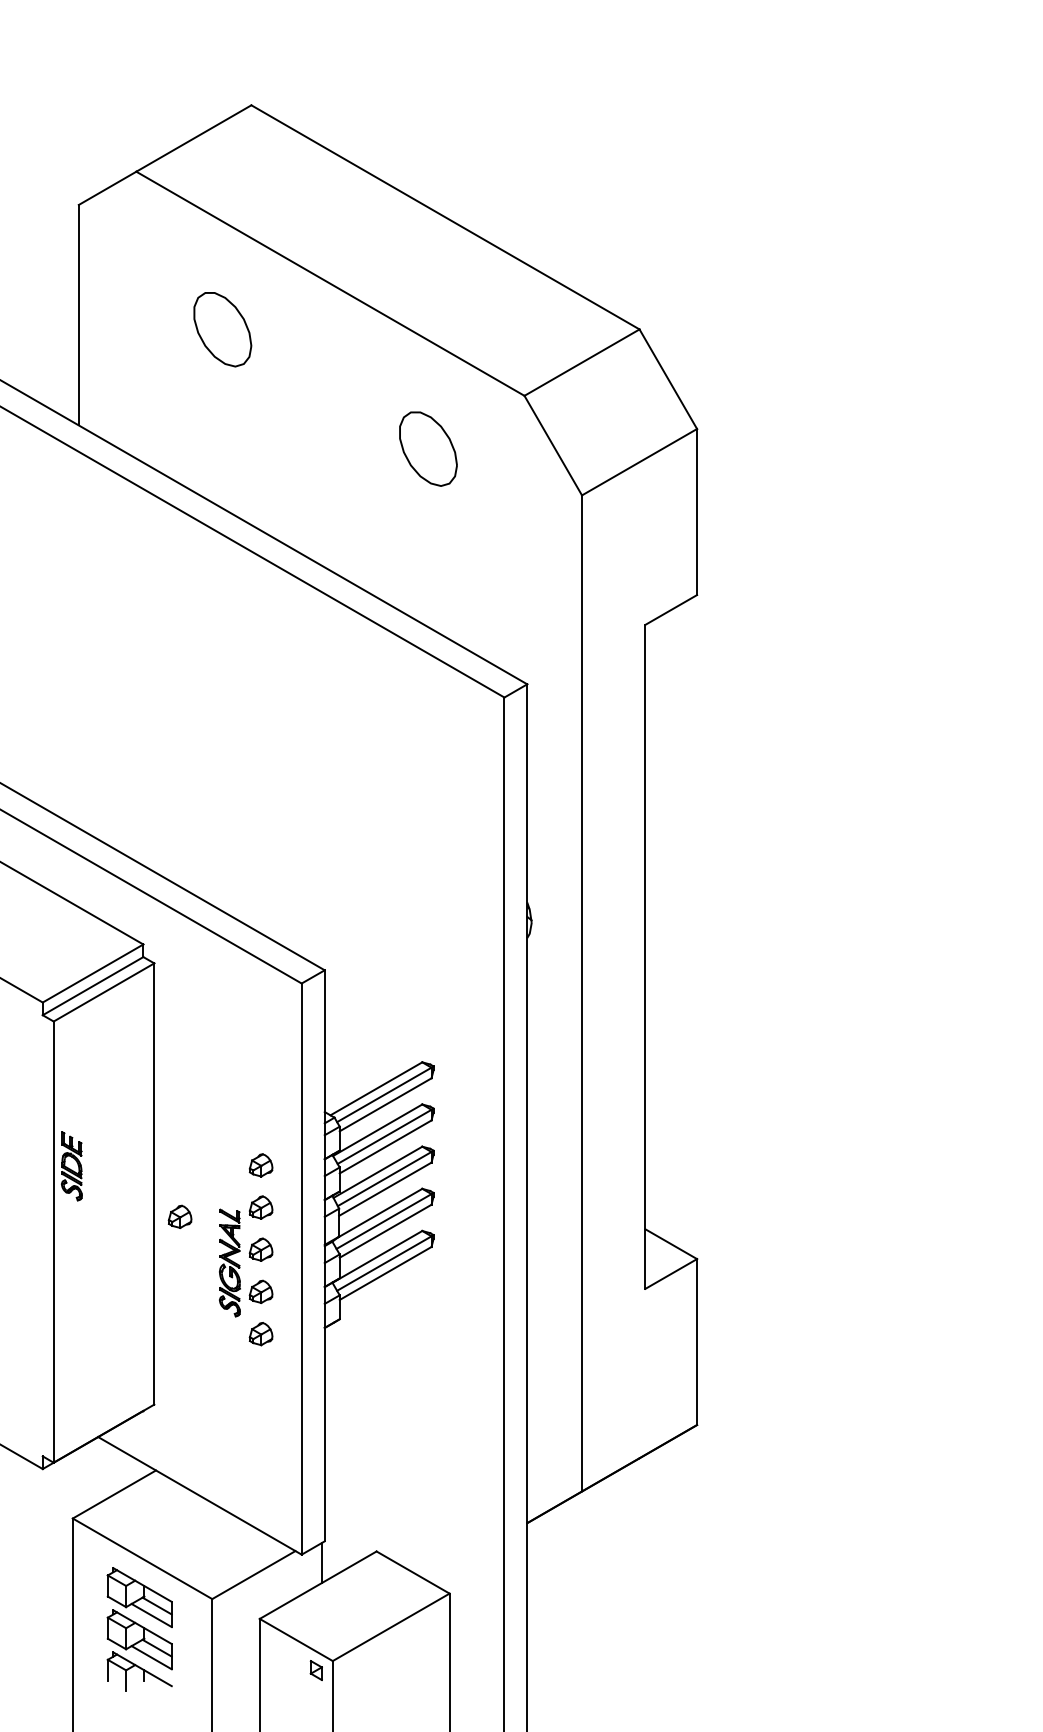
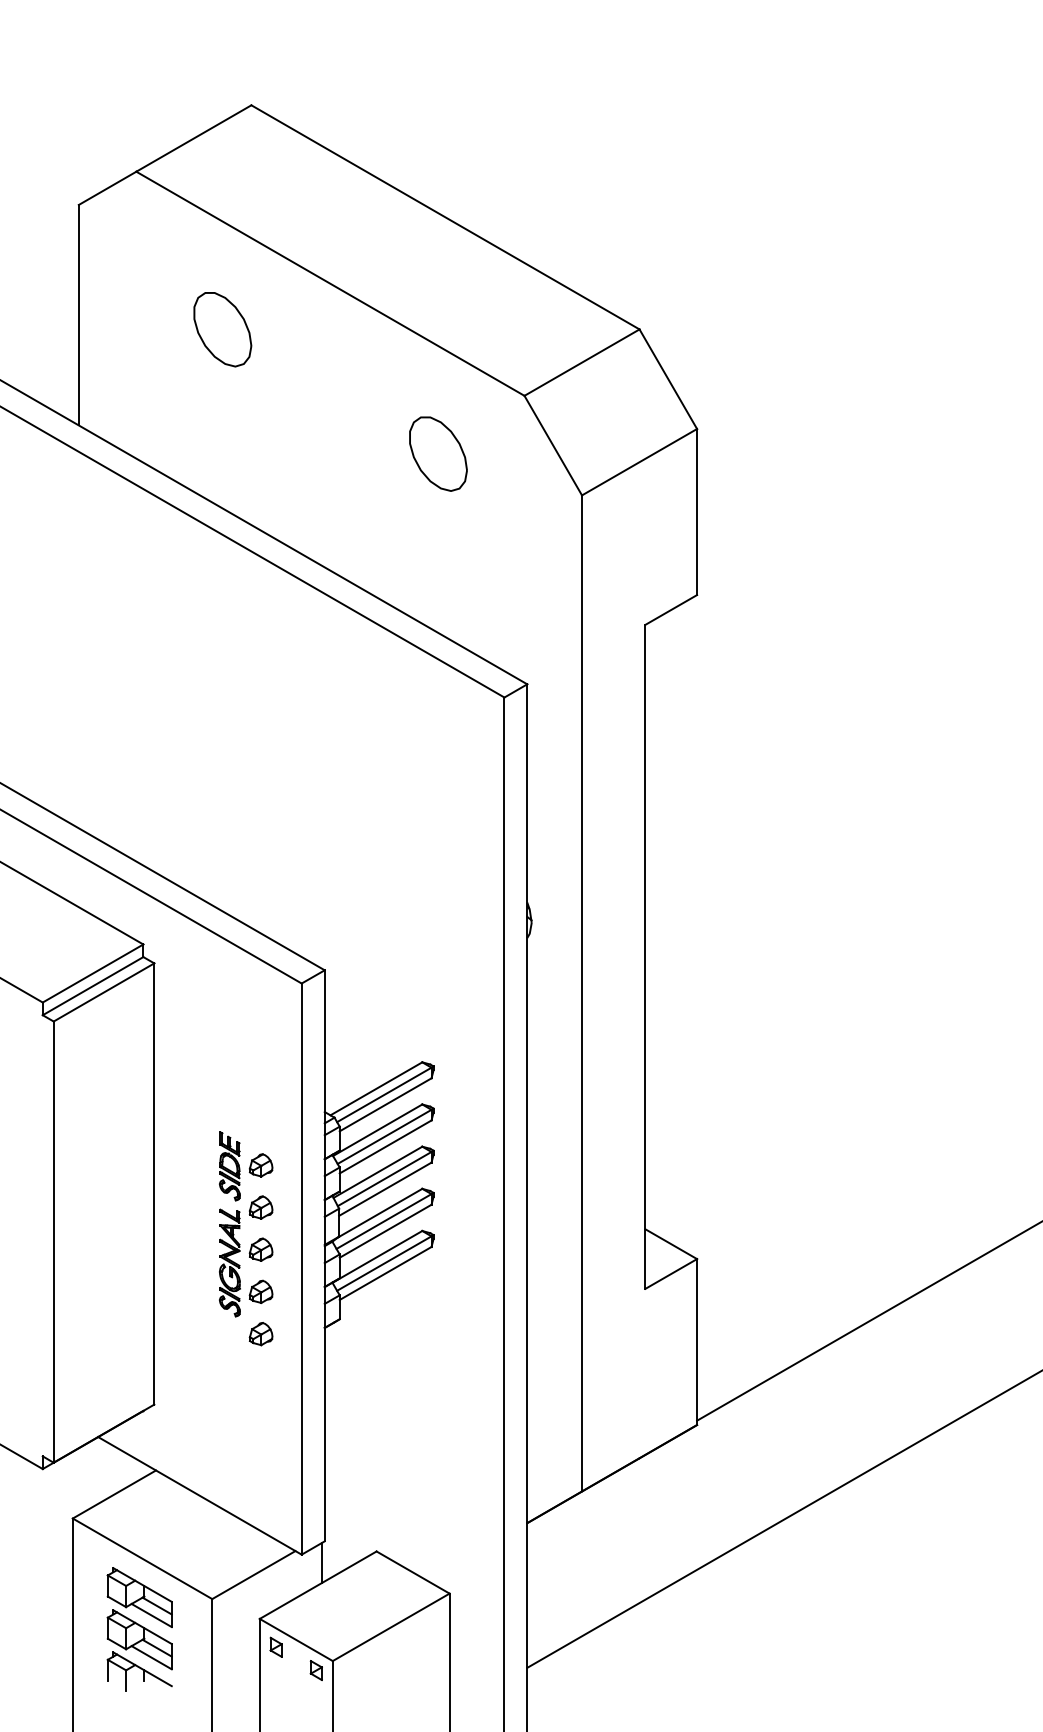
part at (428, 448) position: (428, 448) -> (438, 453)
part at (71, 1166) position: (71, 1166) -> (229, 1166)
part at (179, 1216): present -> none
line at (868, 1321): none -> present
line at (783, 1519): none -> present
part at (275, 1646): none -> present
